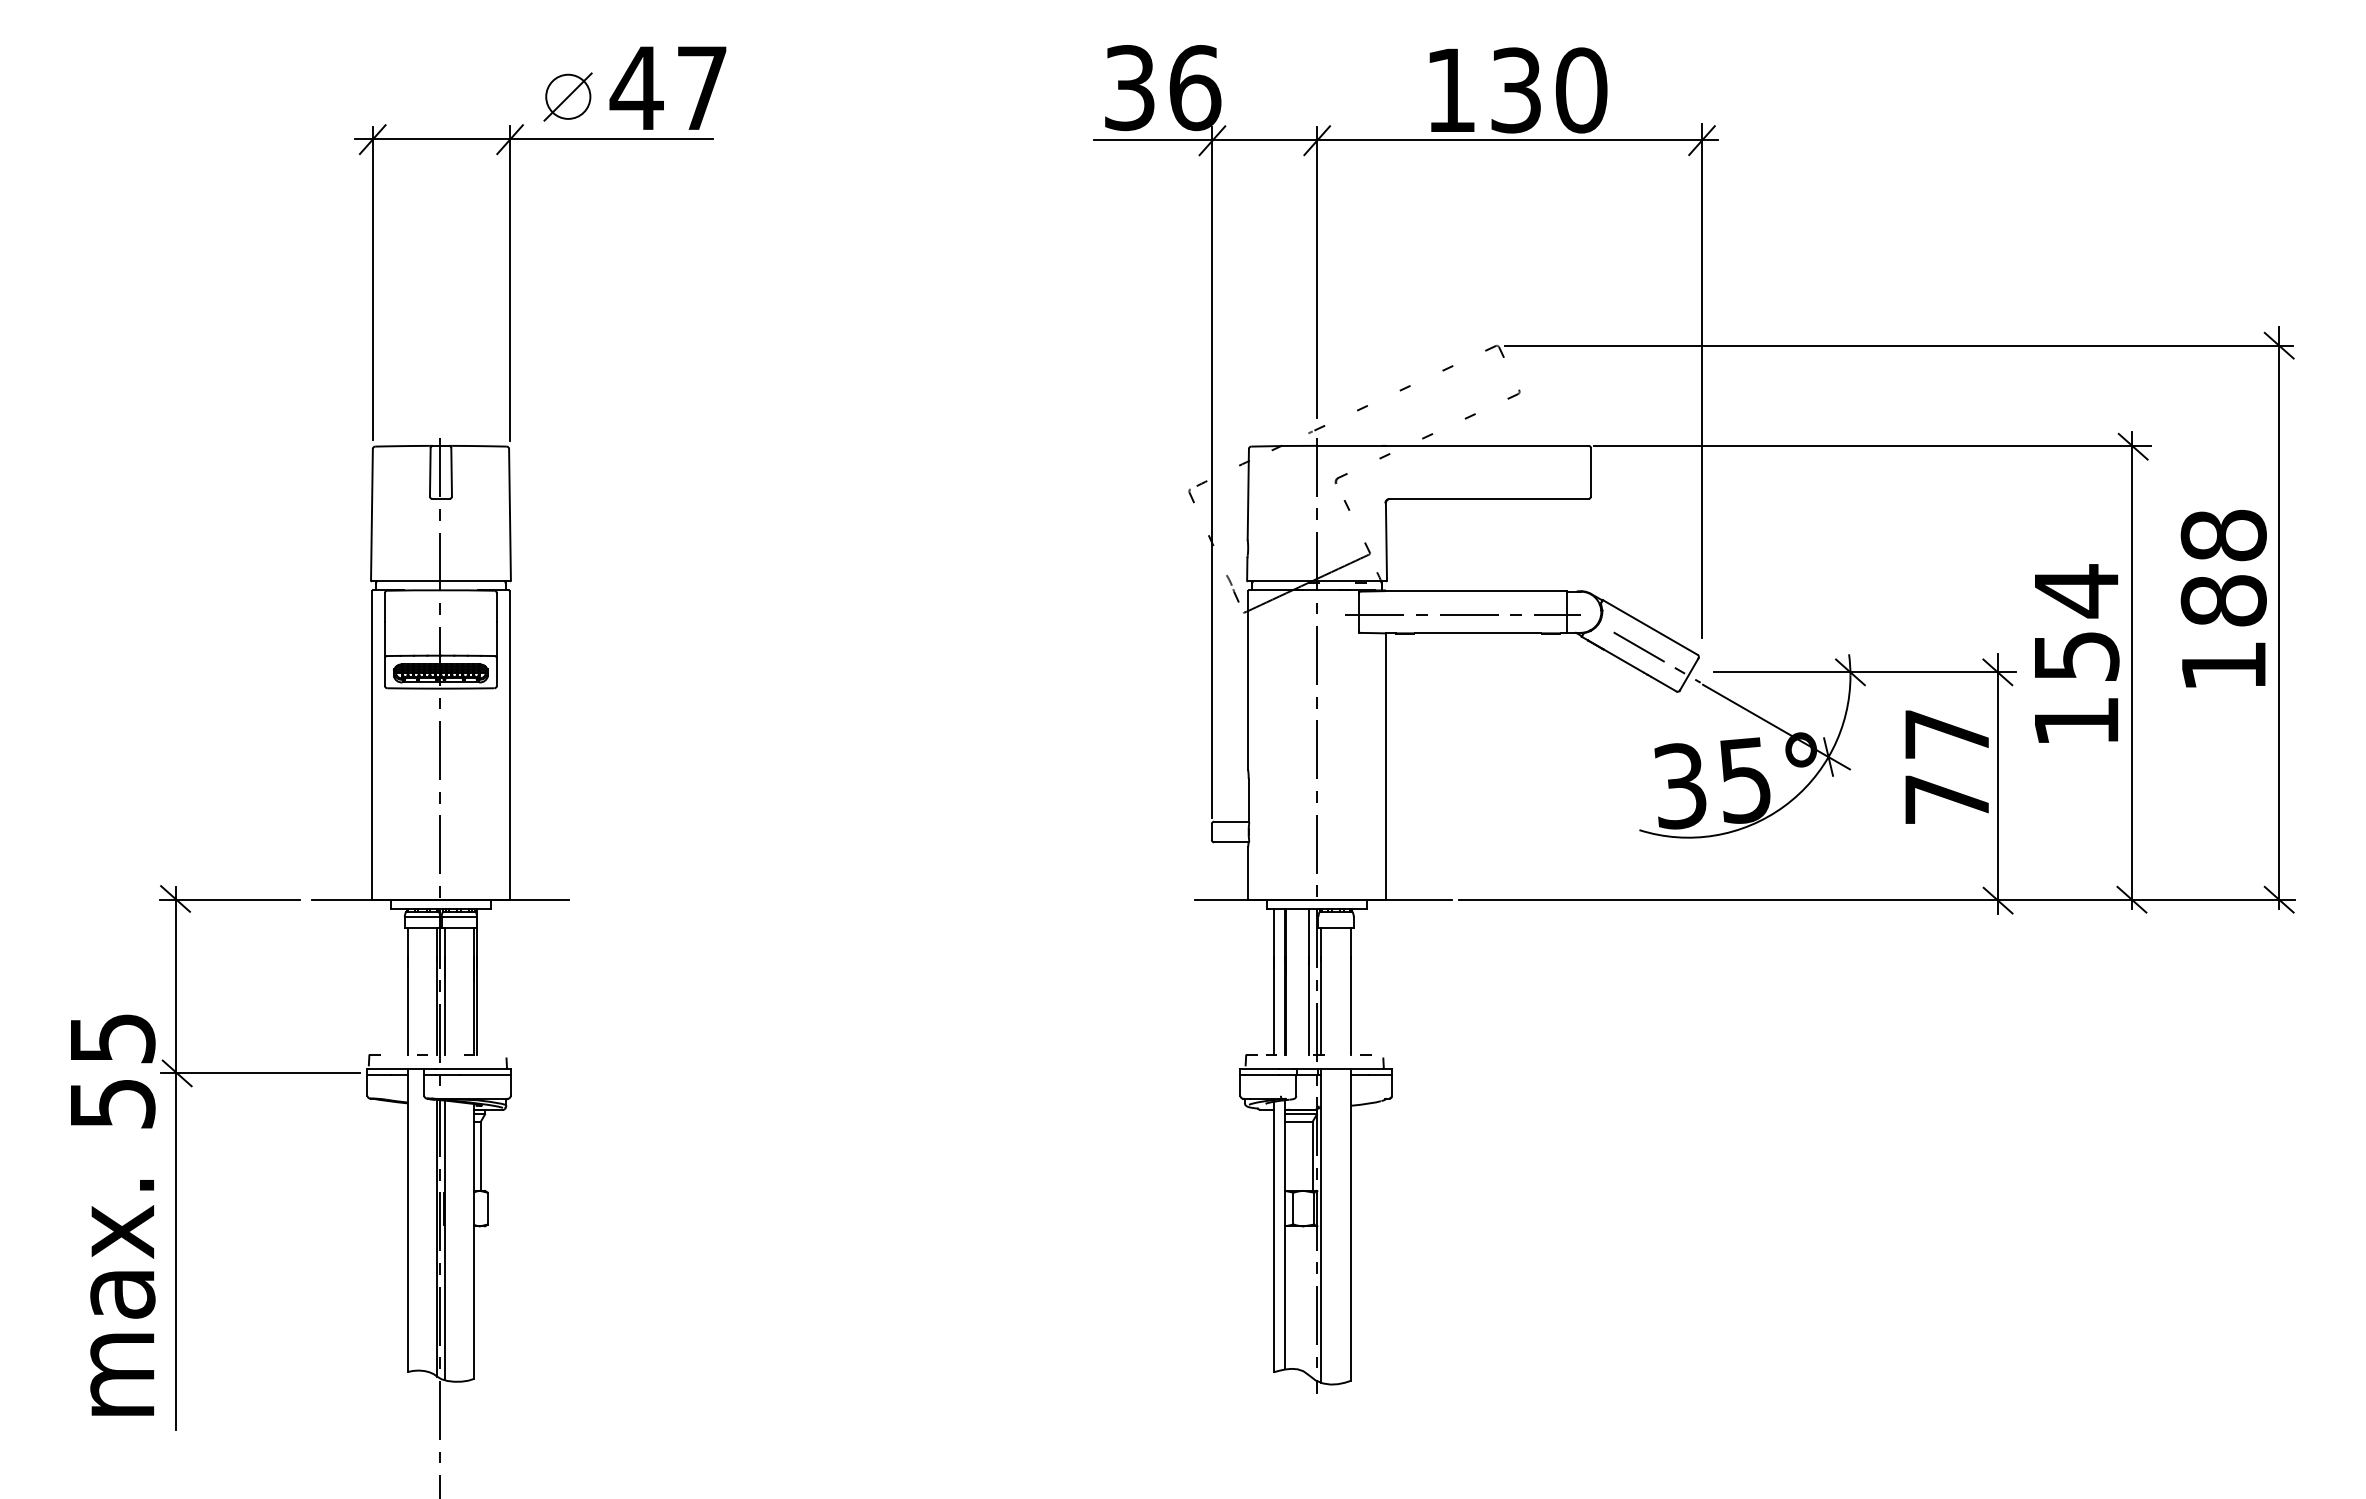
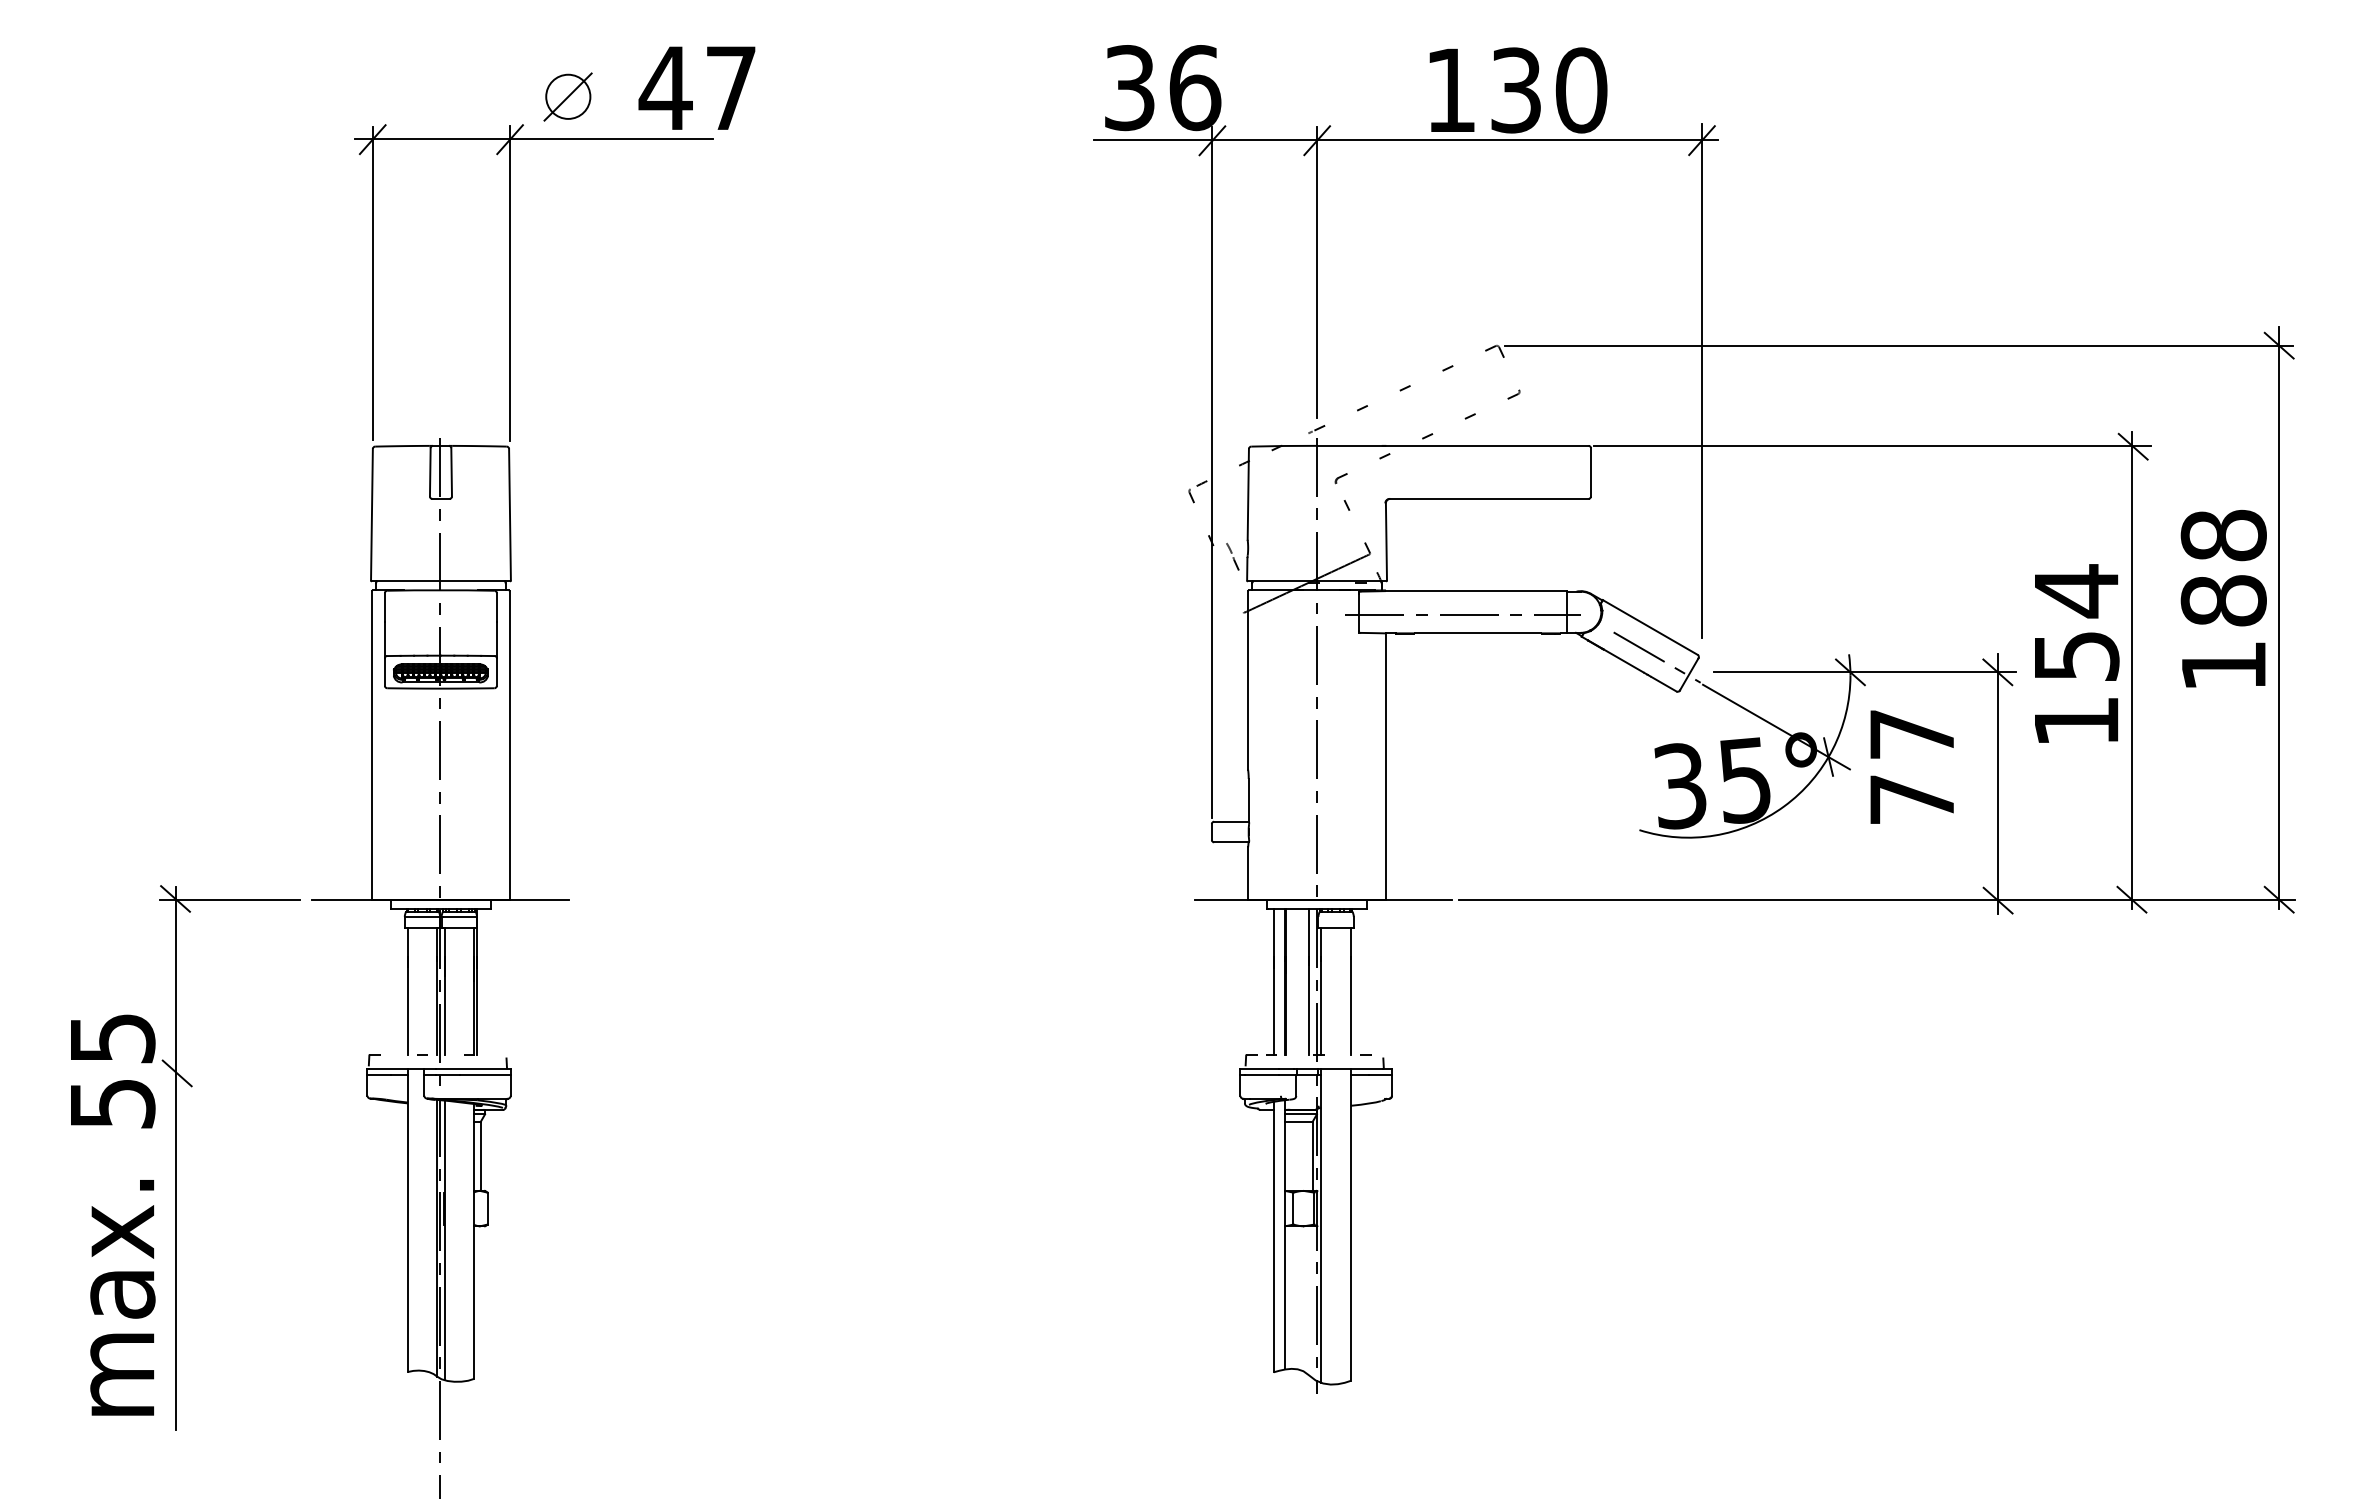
text at (667, 87) position: (667, 87) -> (696, 87)
part at (1232, 588) position: (1232, 588) -> (1232, 556)
text at (1946, 766) position: (1946, 766) -> (1911, 766)
line at (259, 1072): present -> none
